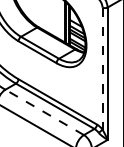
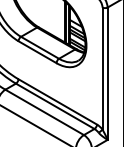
line at (102, 68): dashed -> solid
line at (44, 112): dashed -> solid
